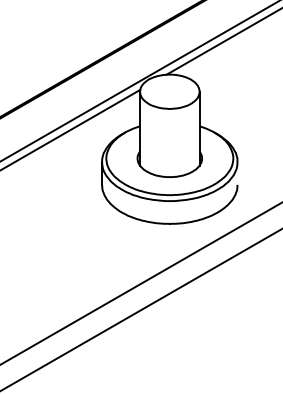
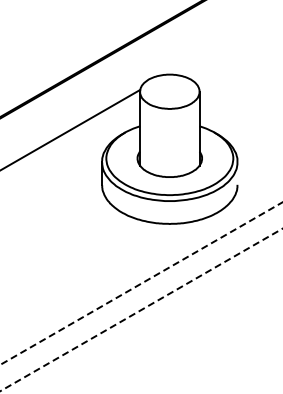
line at (222, 41): present -> none
line at (139, 81): present -> none
line at (141, 283): solid -> dashed
line at (141, 309): solid -> dashed
